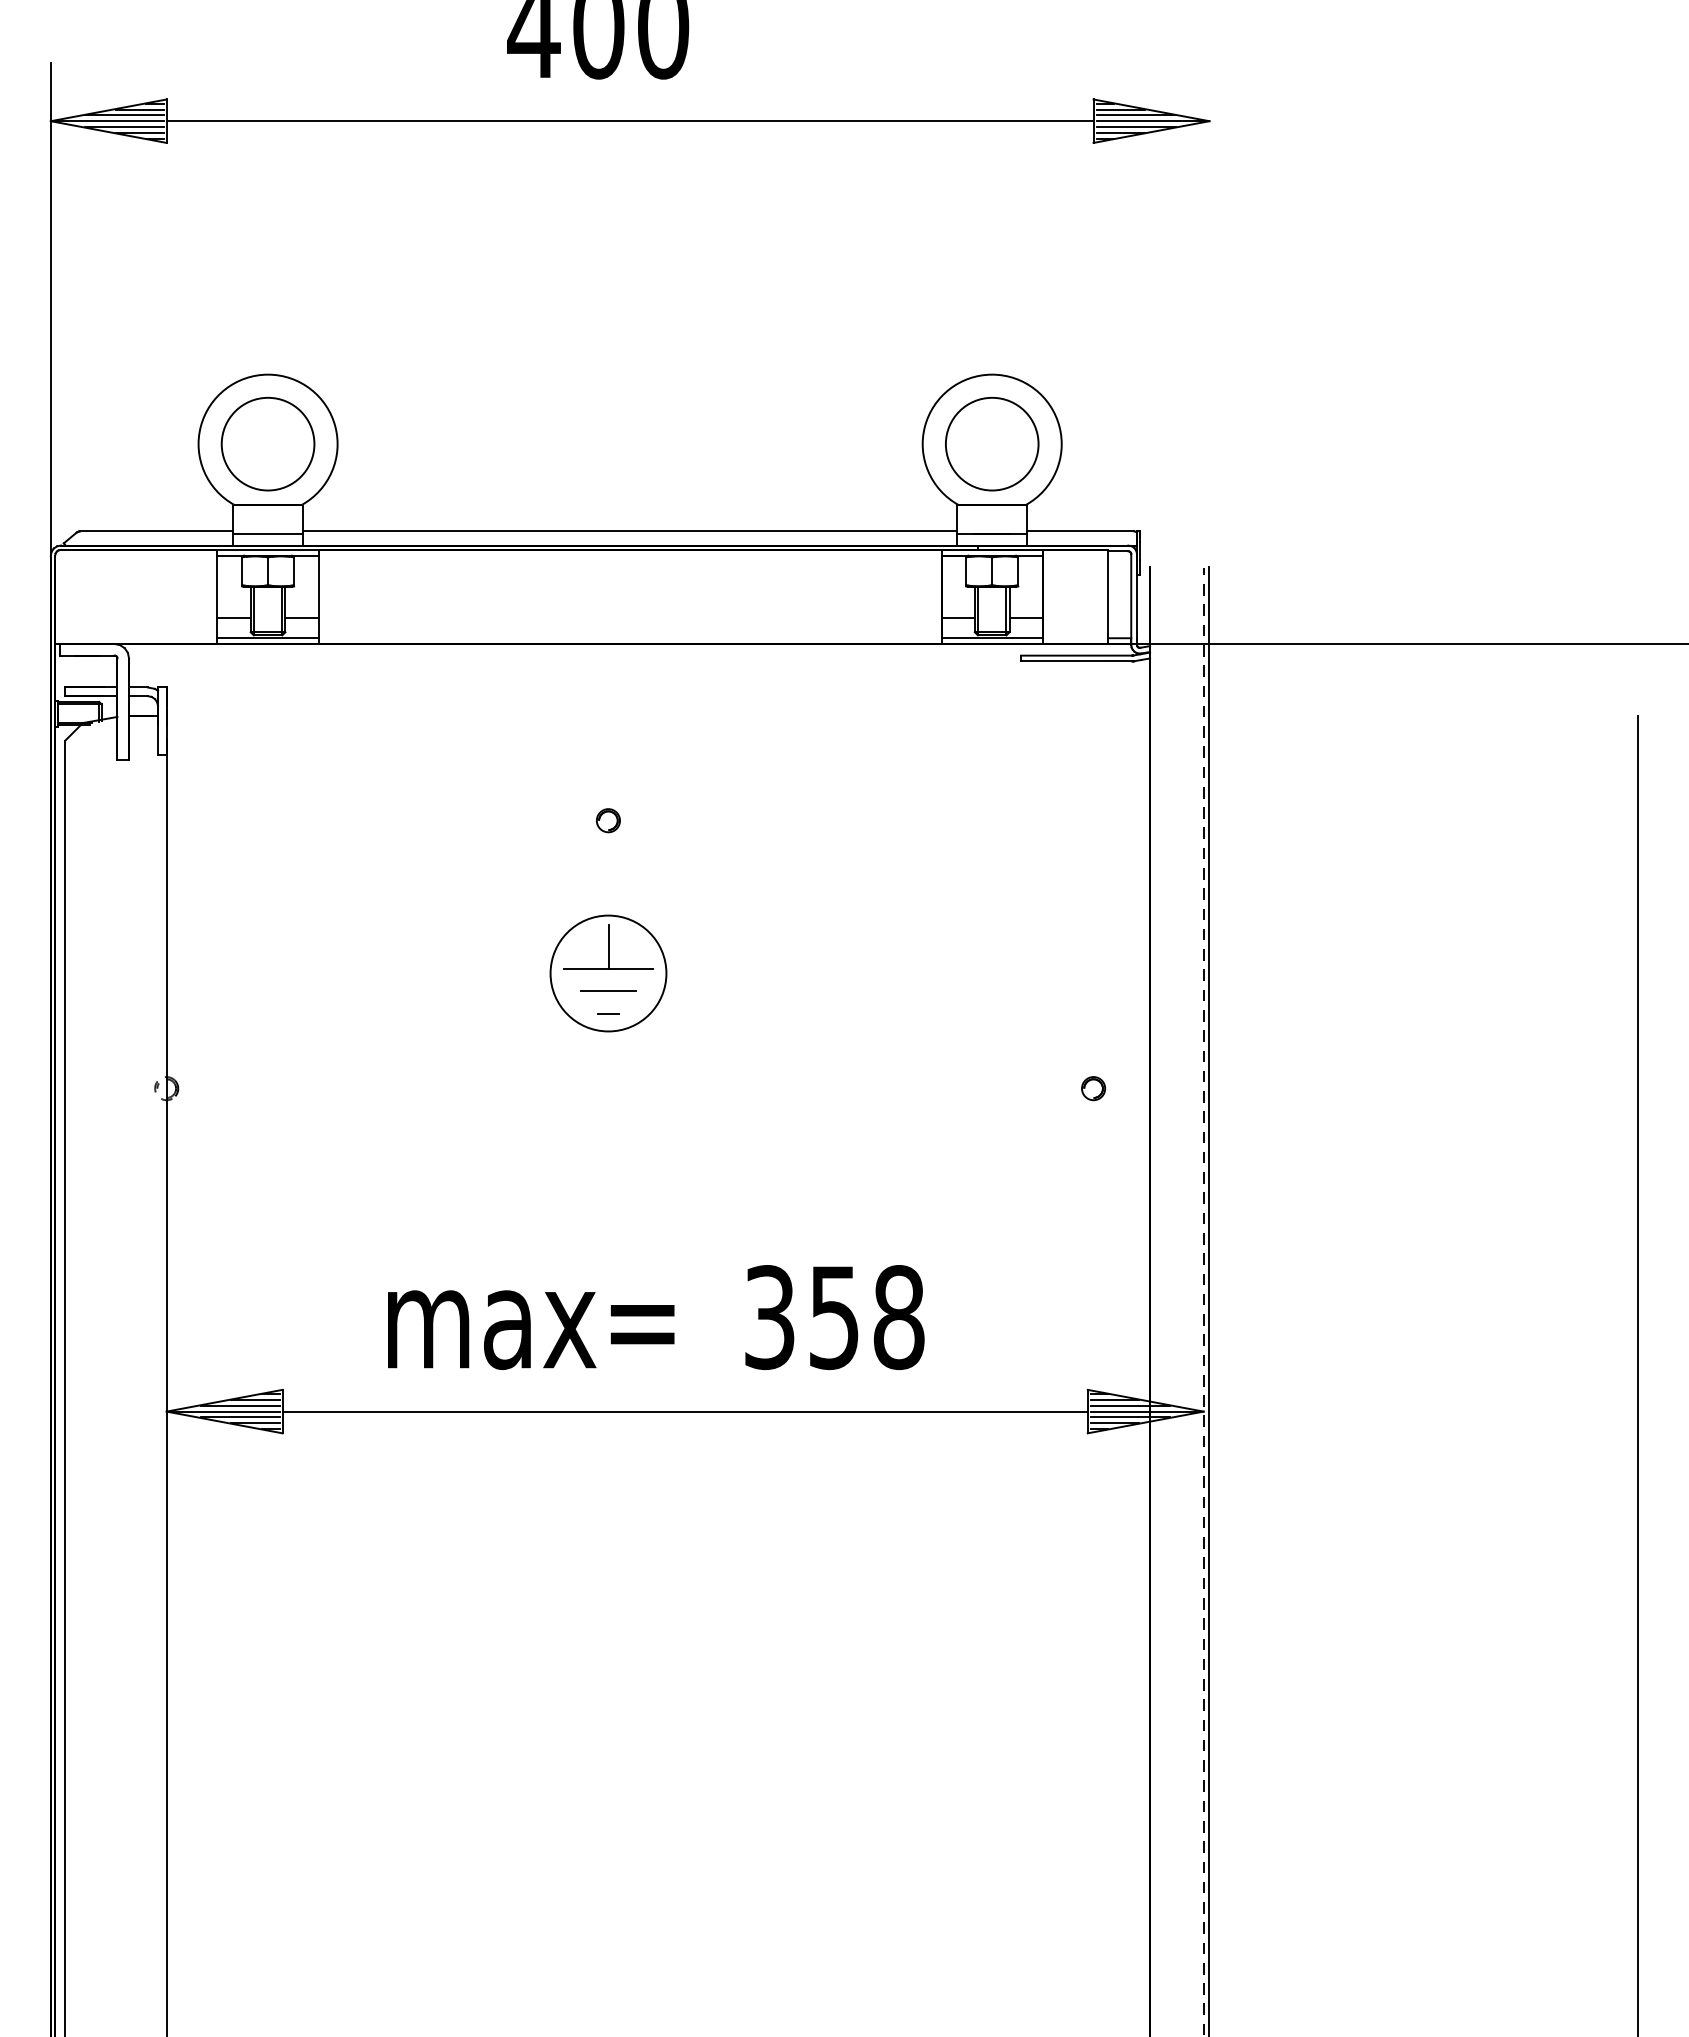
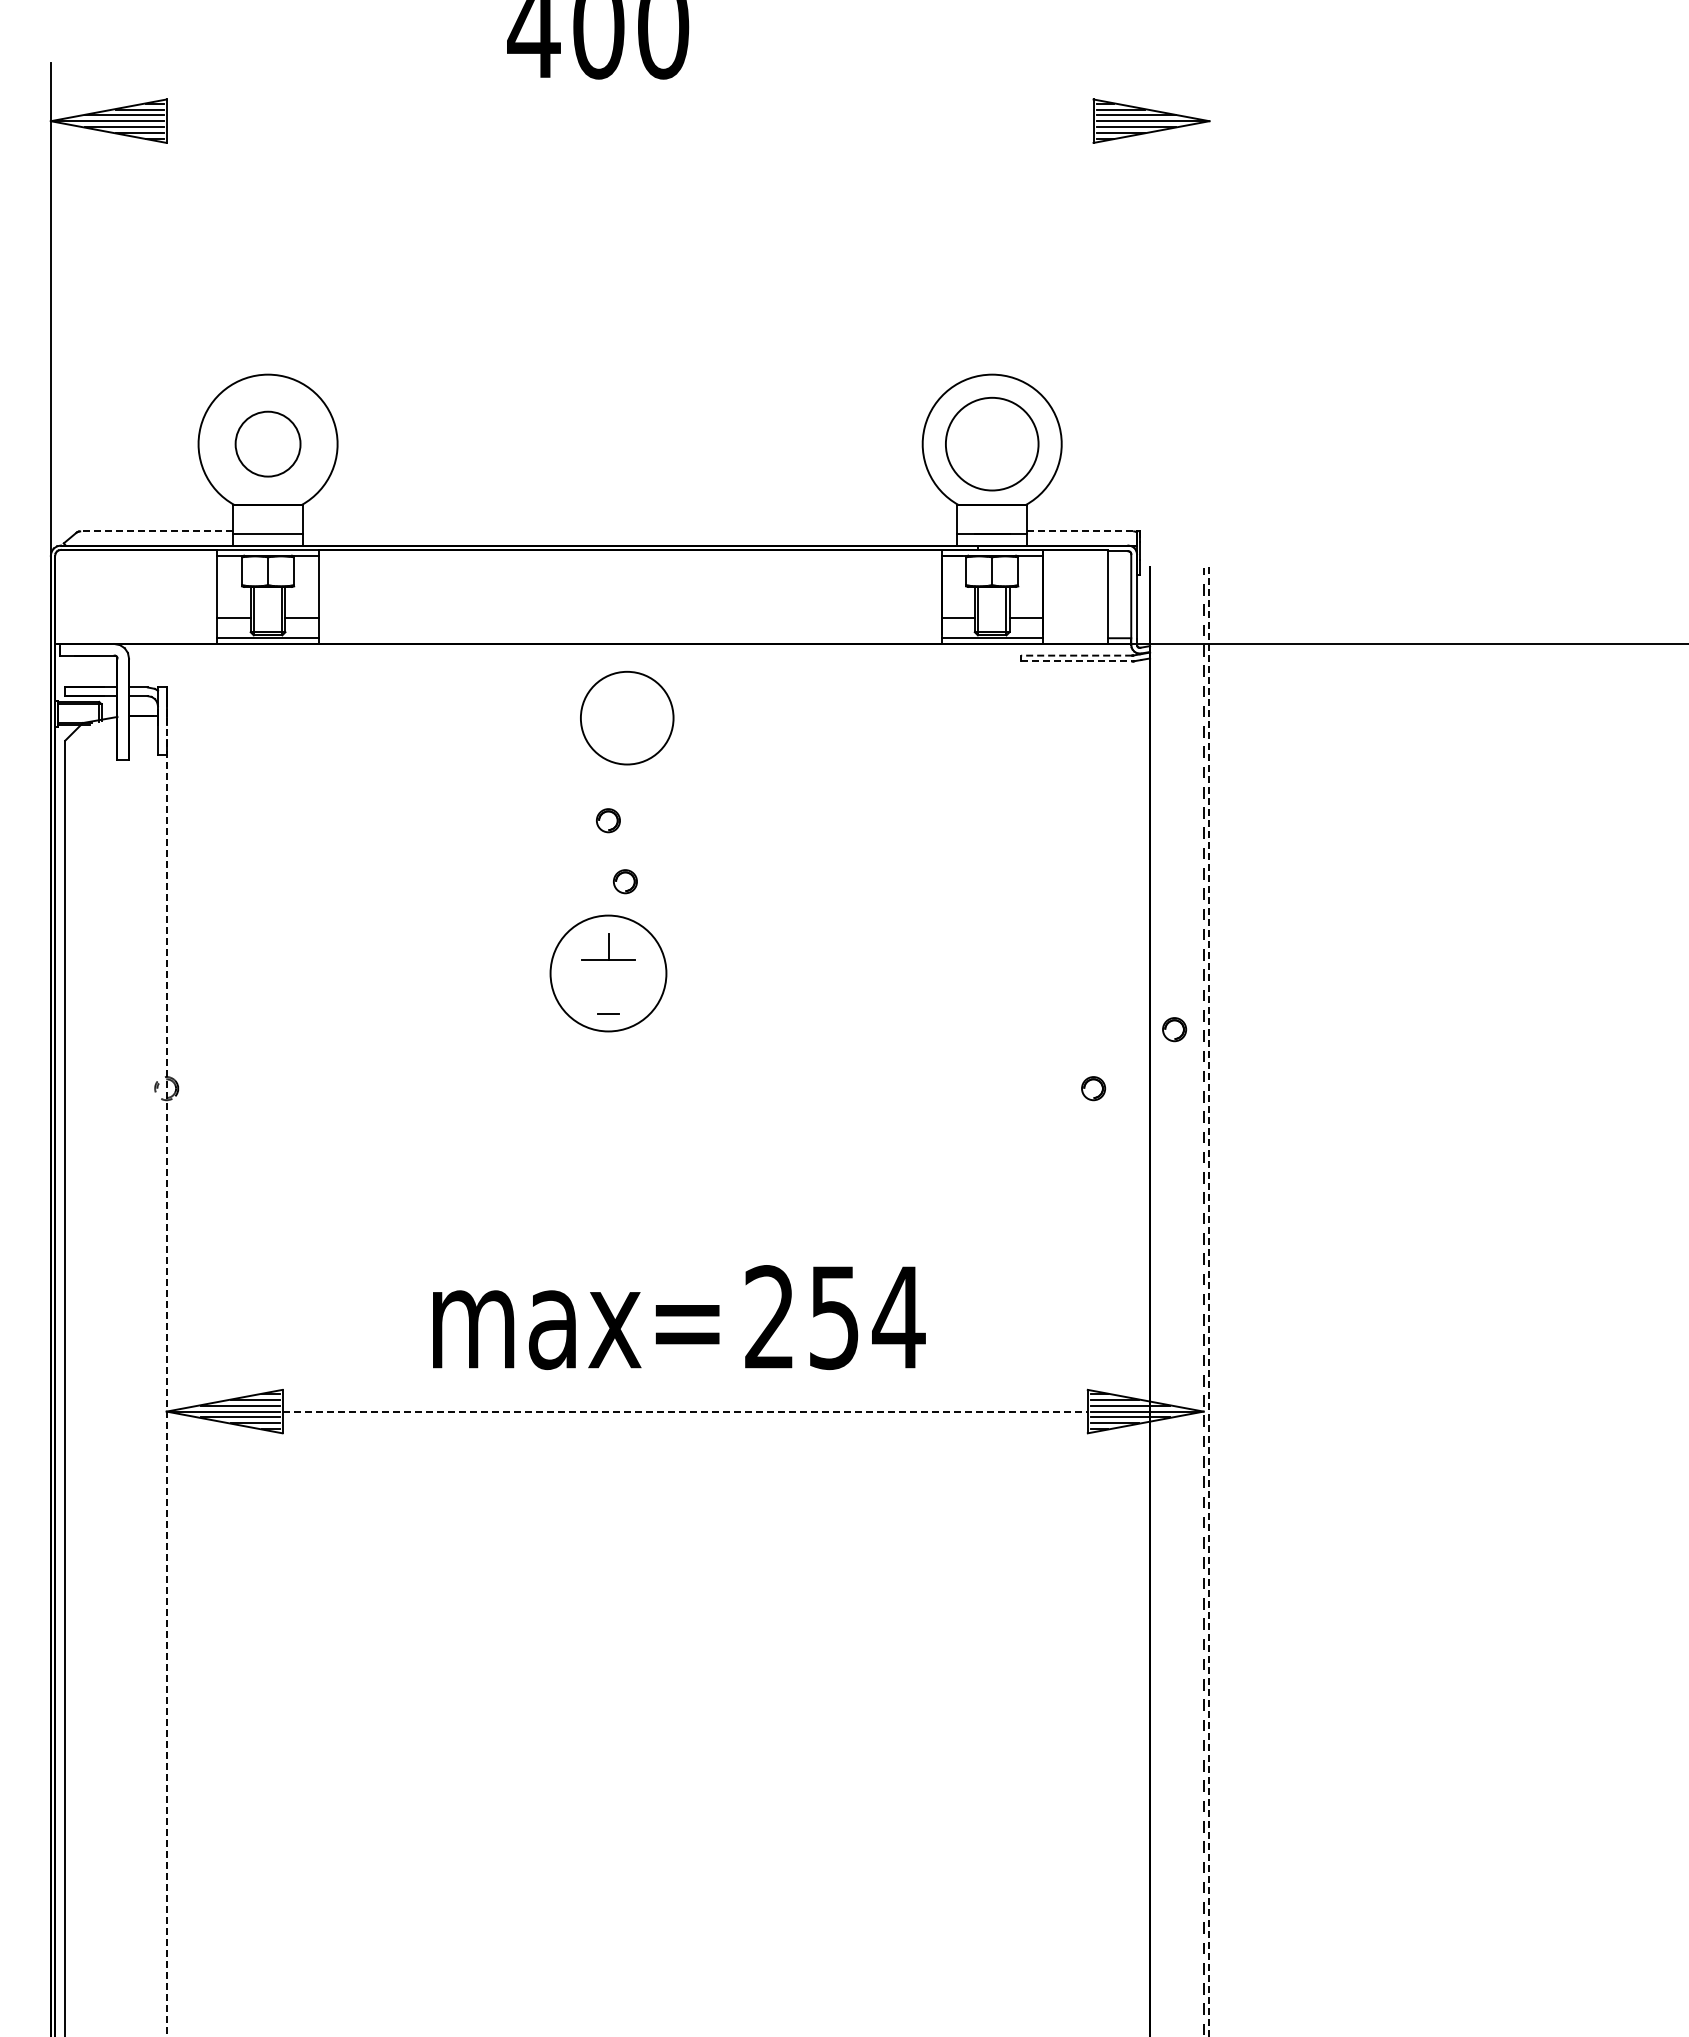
line at (629, 121): present -> none
circle at (267, 443) diameter: 93 px -> 65 px
line at (156, 531): solid -> dashed
line at (629, 531): present -> none
line at (1080, 531): solid -> dashed
line at (1076, 655): solid -> dashed
line at (1077, 661): solid -> dashed
circle at (627, 717): none -> present
part at (625, 881): none -> present
part at (608, 946) size: 91x46 px -> 55x28 px
line at (608, 991): present -> none
part at (1174, 1029): none -> present
line at (1209, 1302): solid -> dashed
text at (835, 1317): 358 -> 254
text at (531, 1329) position: (531, 1329) -> (576, 1329)
line at (1638, 1374): present -> none
line at (166, 1376): solid -> dashed
line at (685, 1411): solid -> dashed
